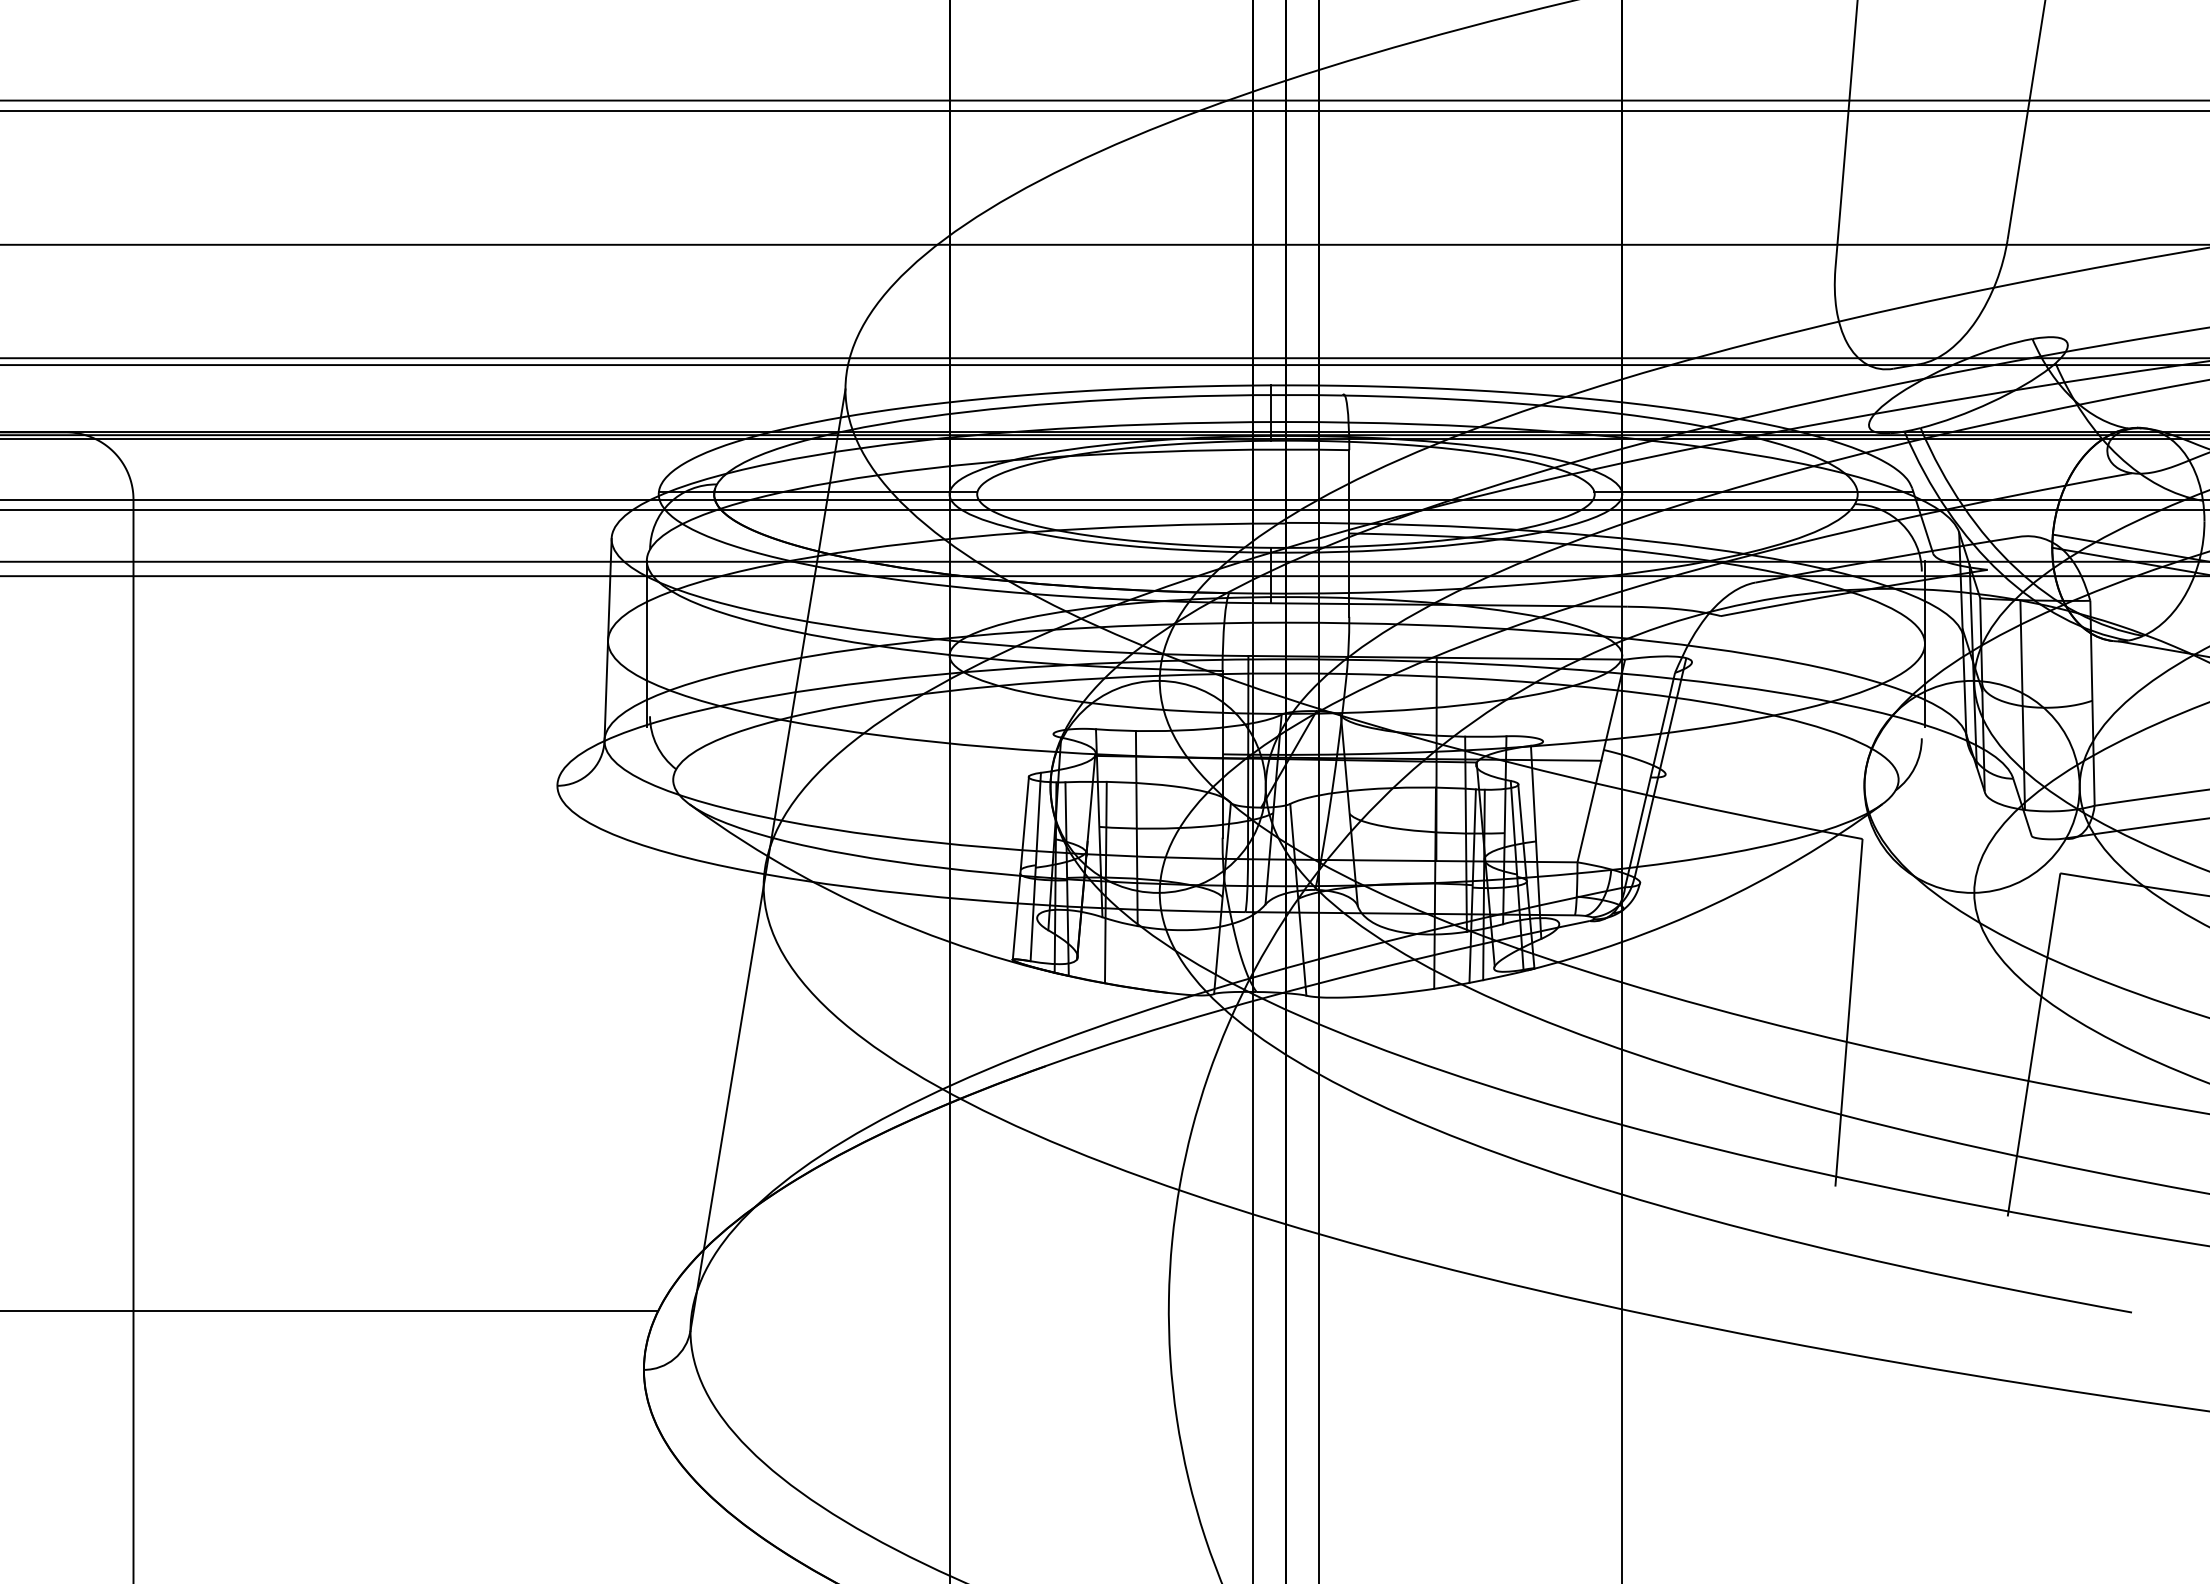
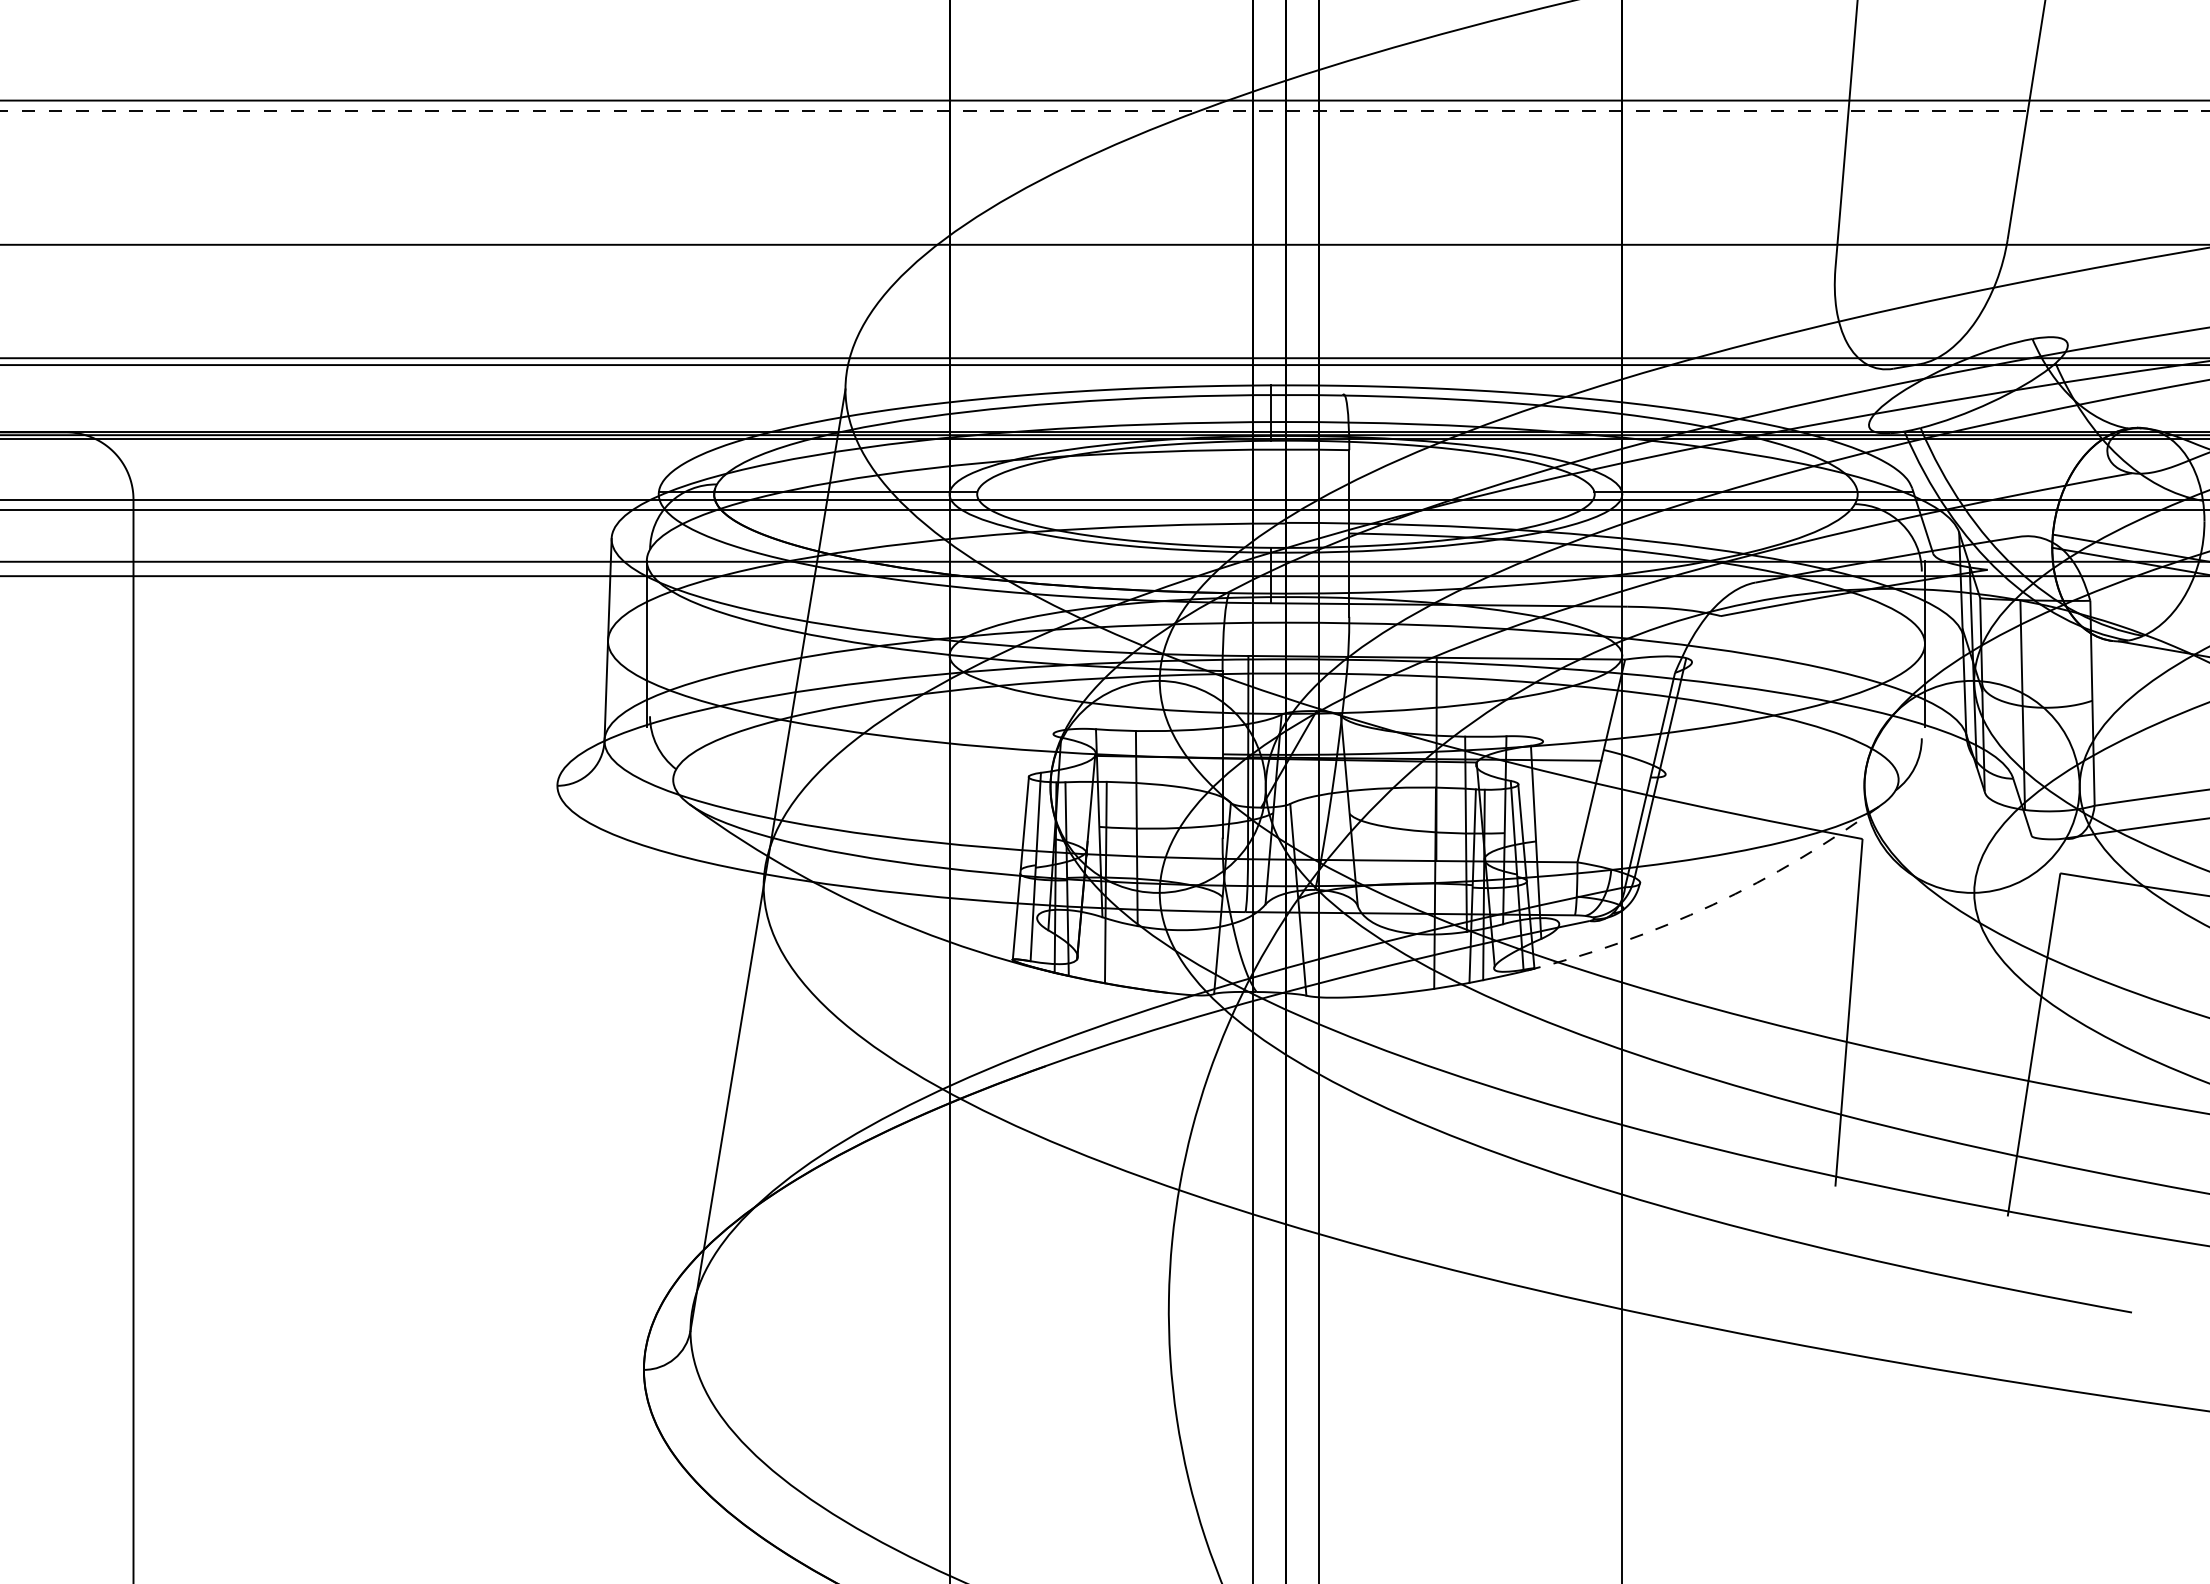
line at (1105, 111): solid -> dashed
arc at (1713, 904): solid -> dashed
line at (330, 1311): present -> none
